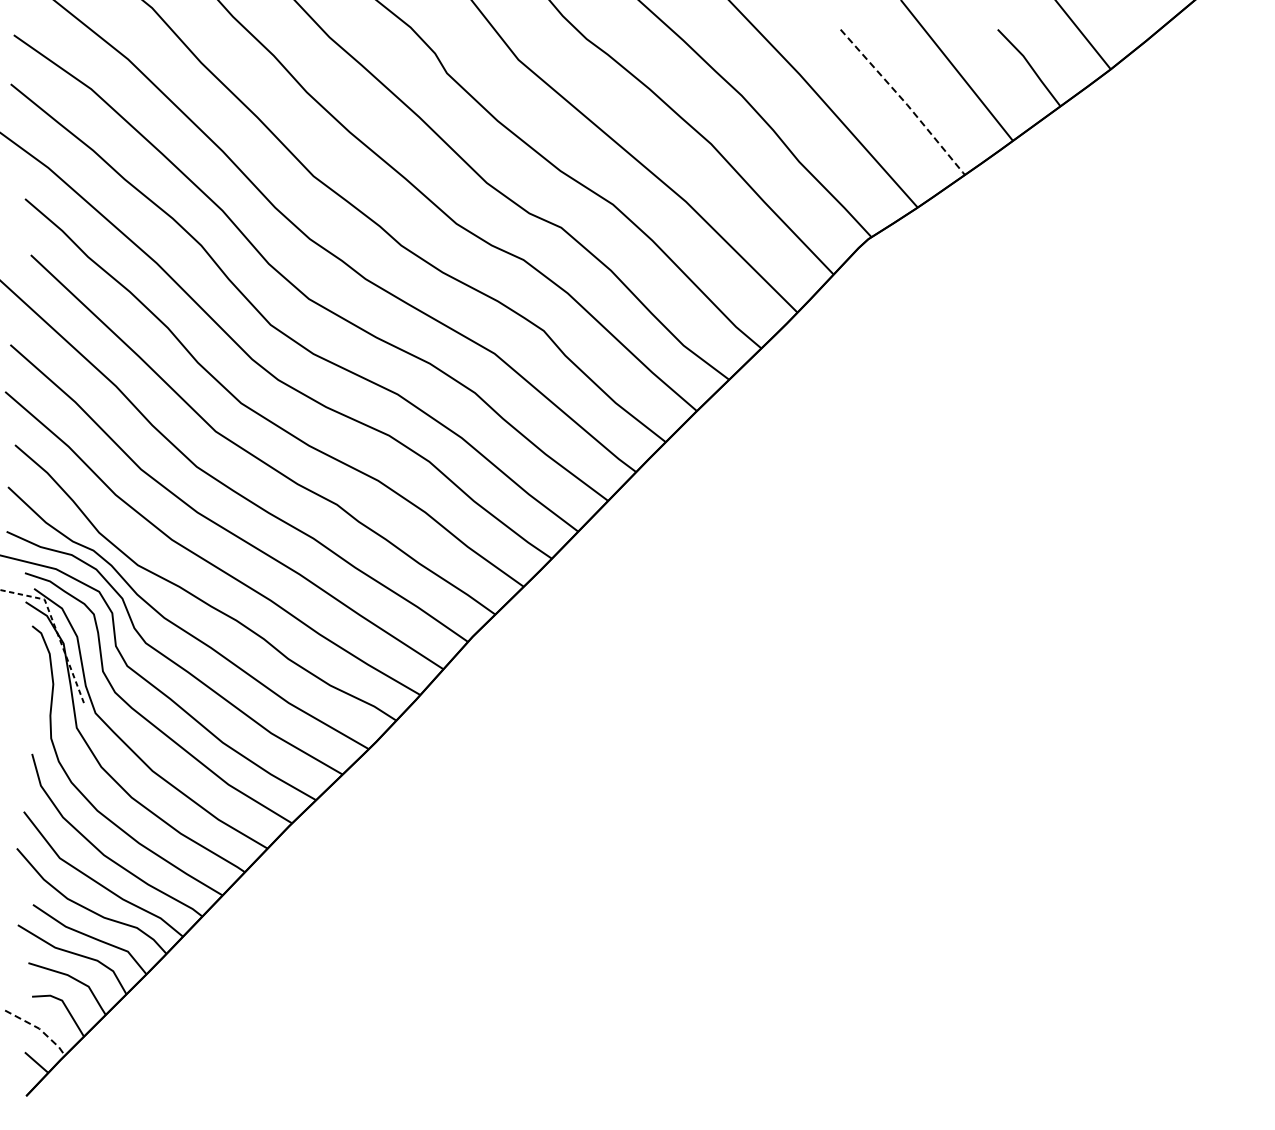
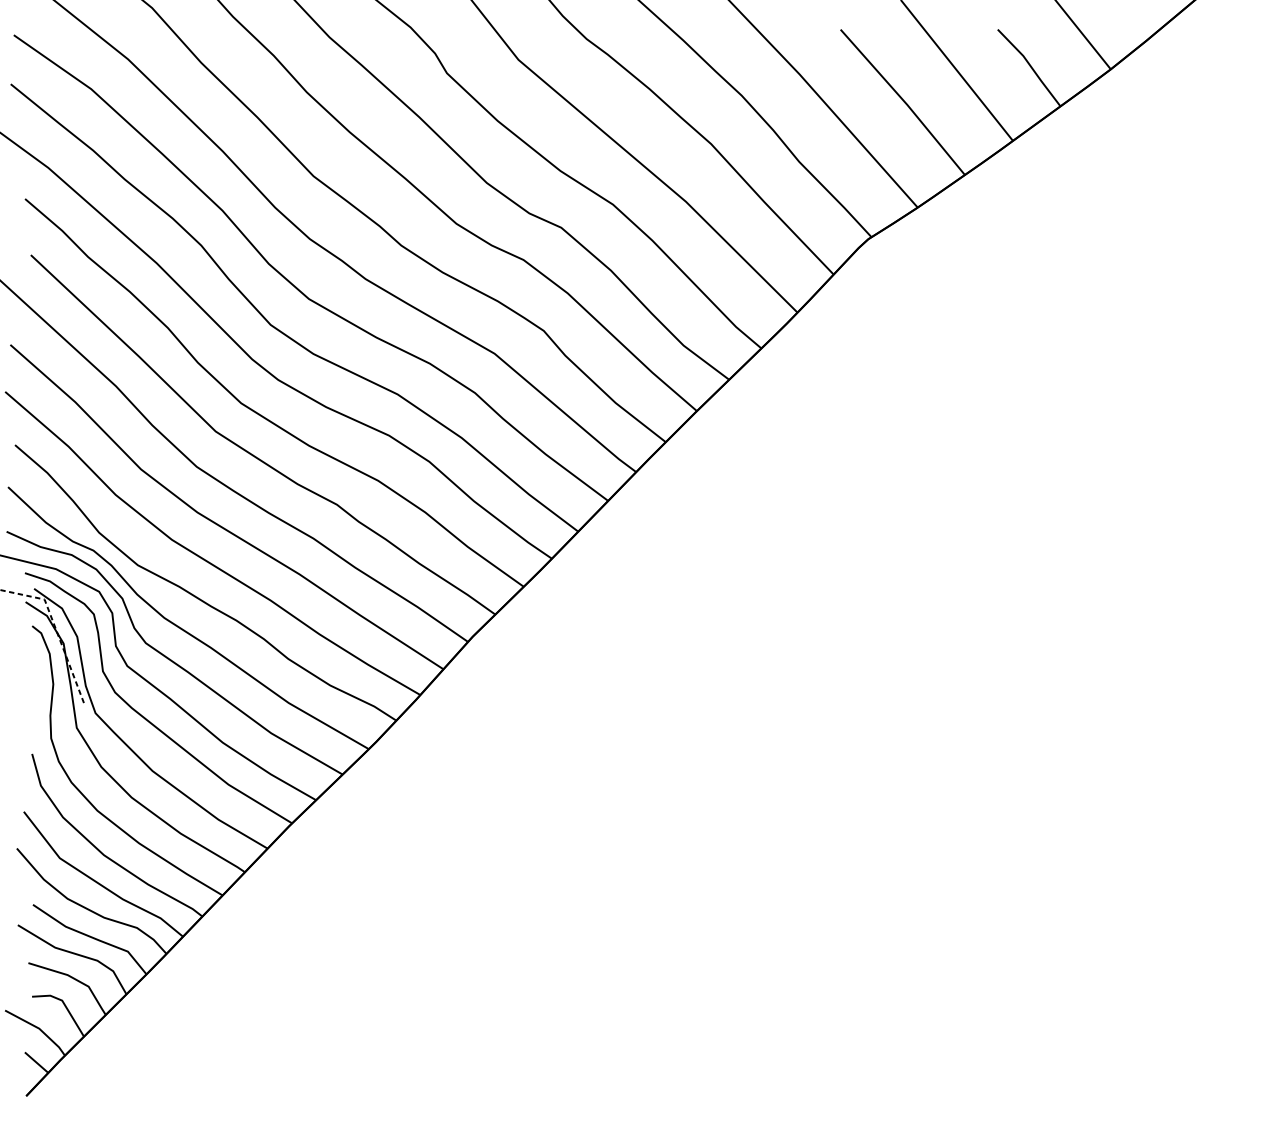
line at (905, 102): dashed -> solid
line at (39, 1028): dashed -> solid
